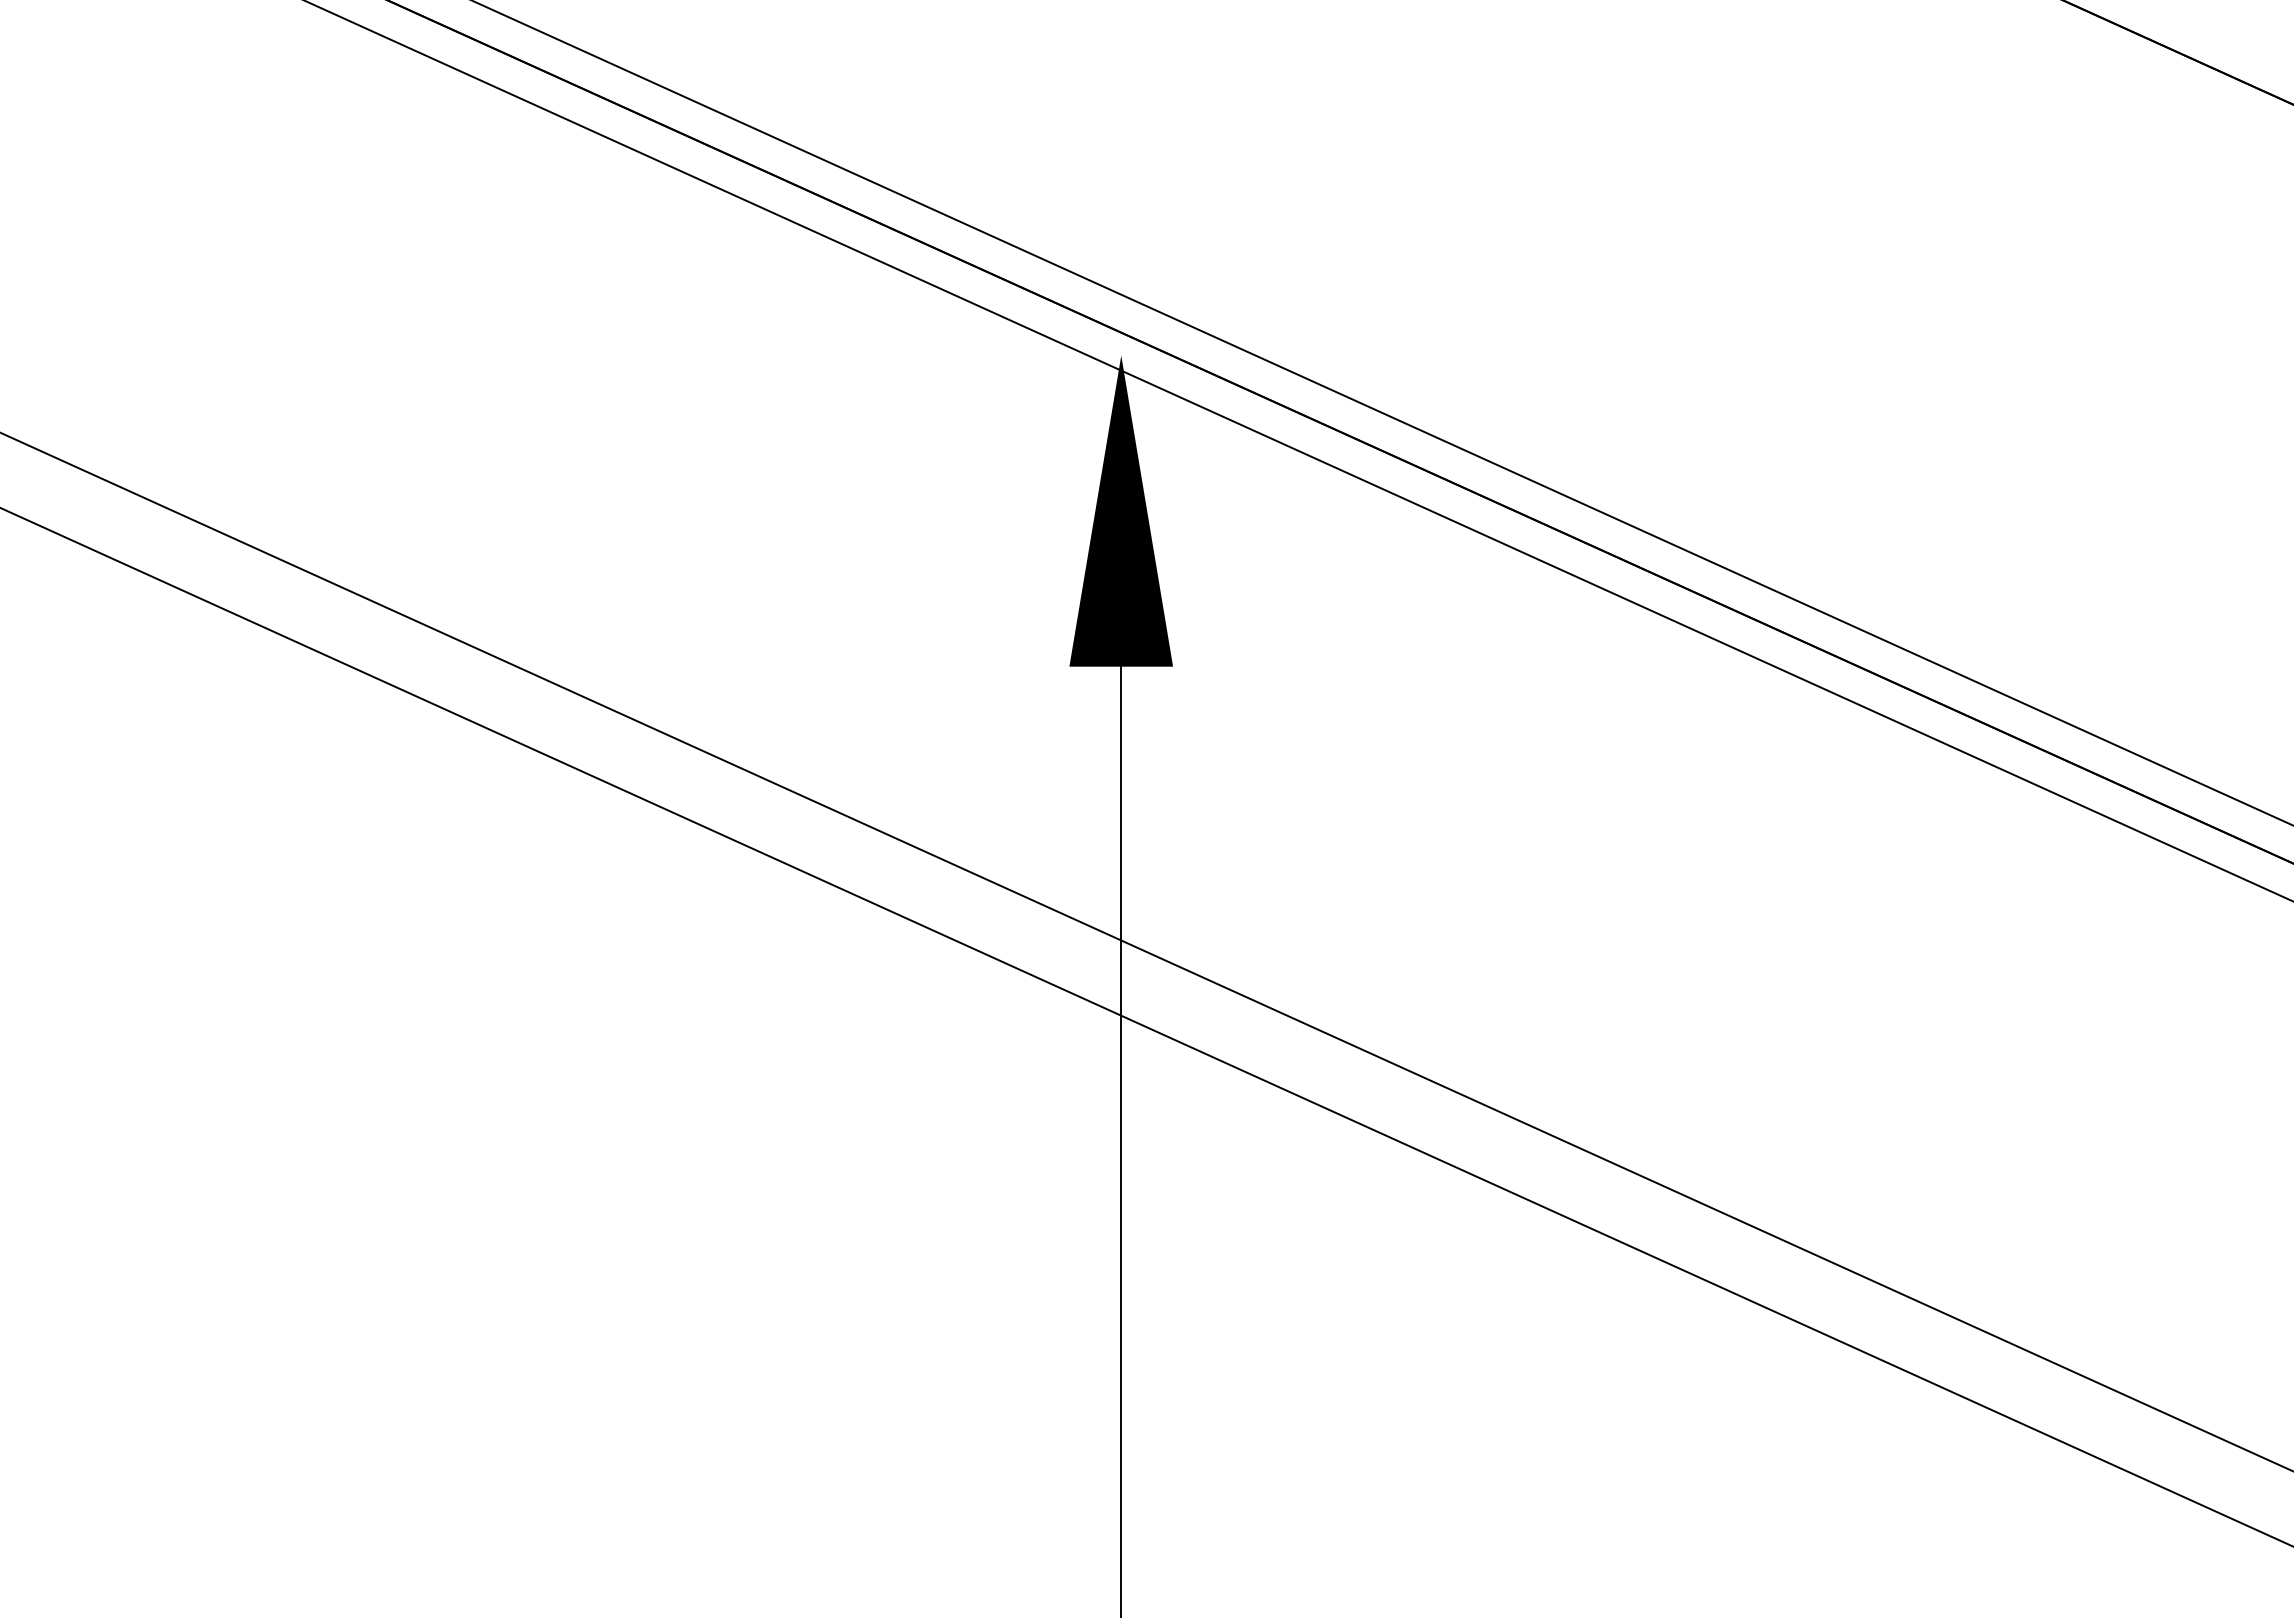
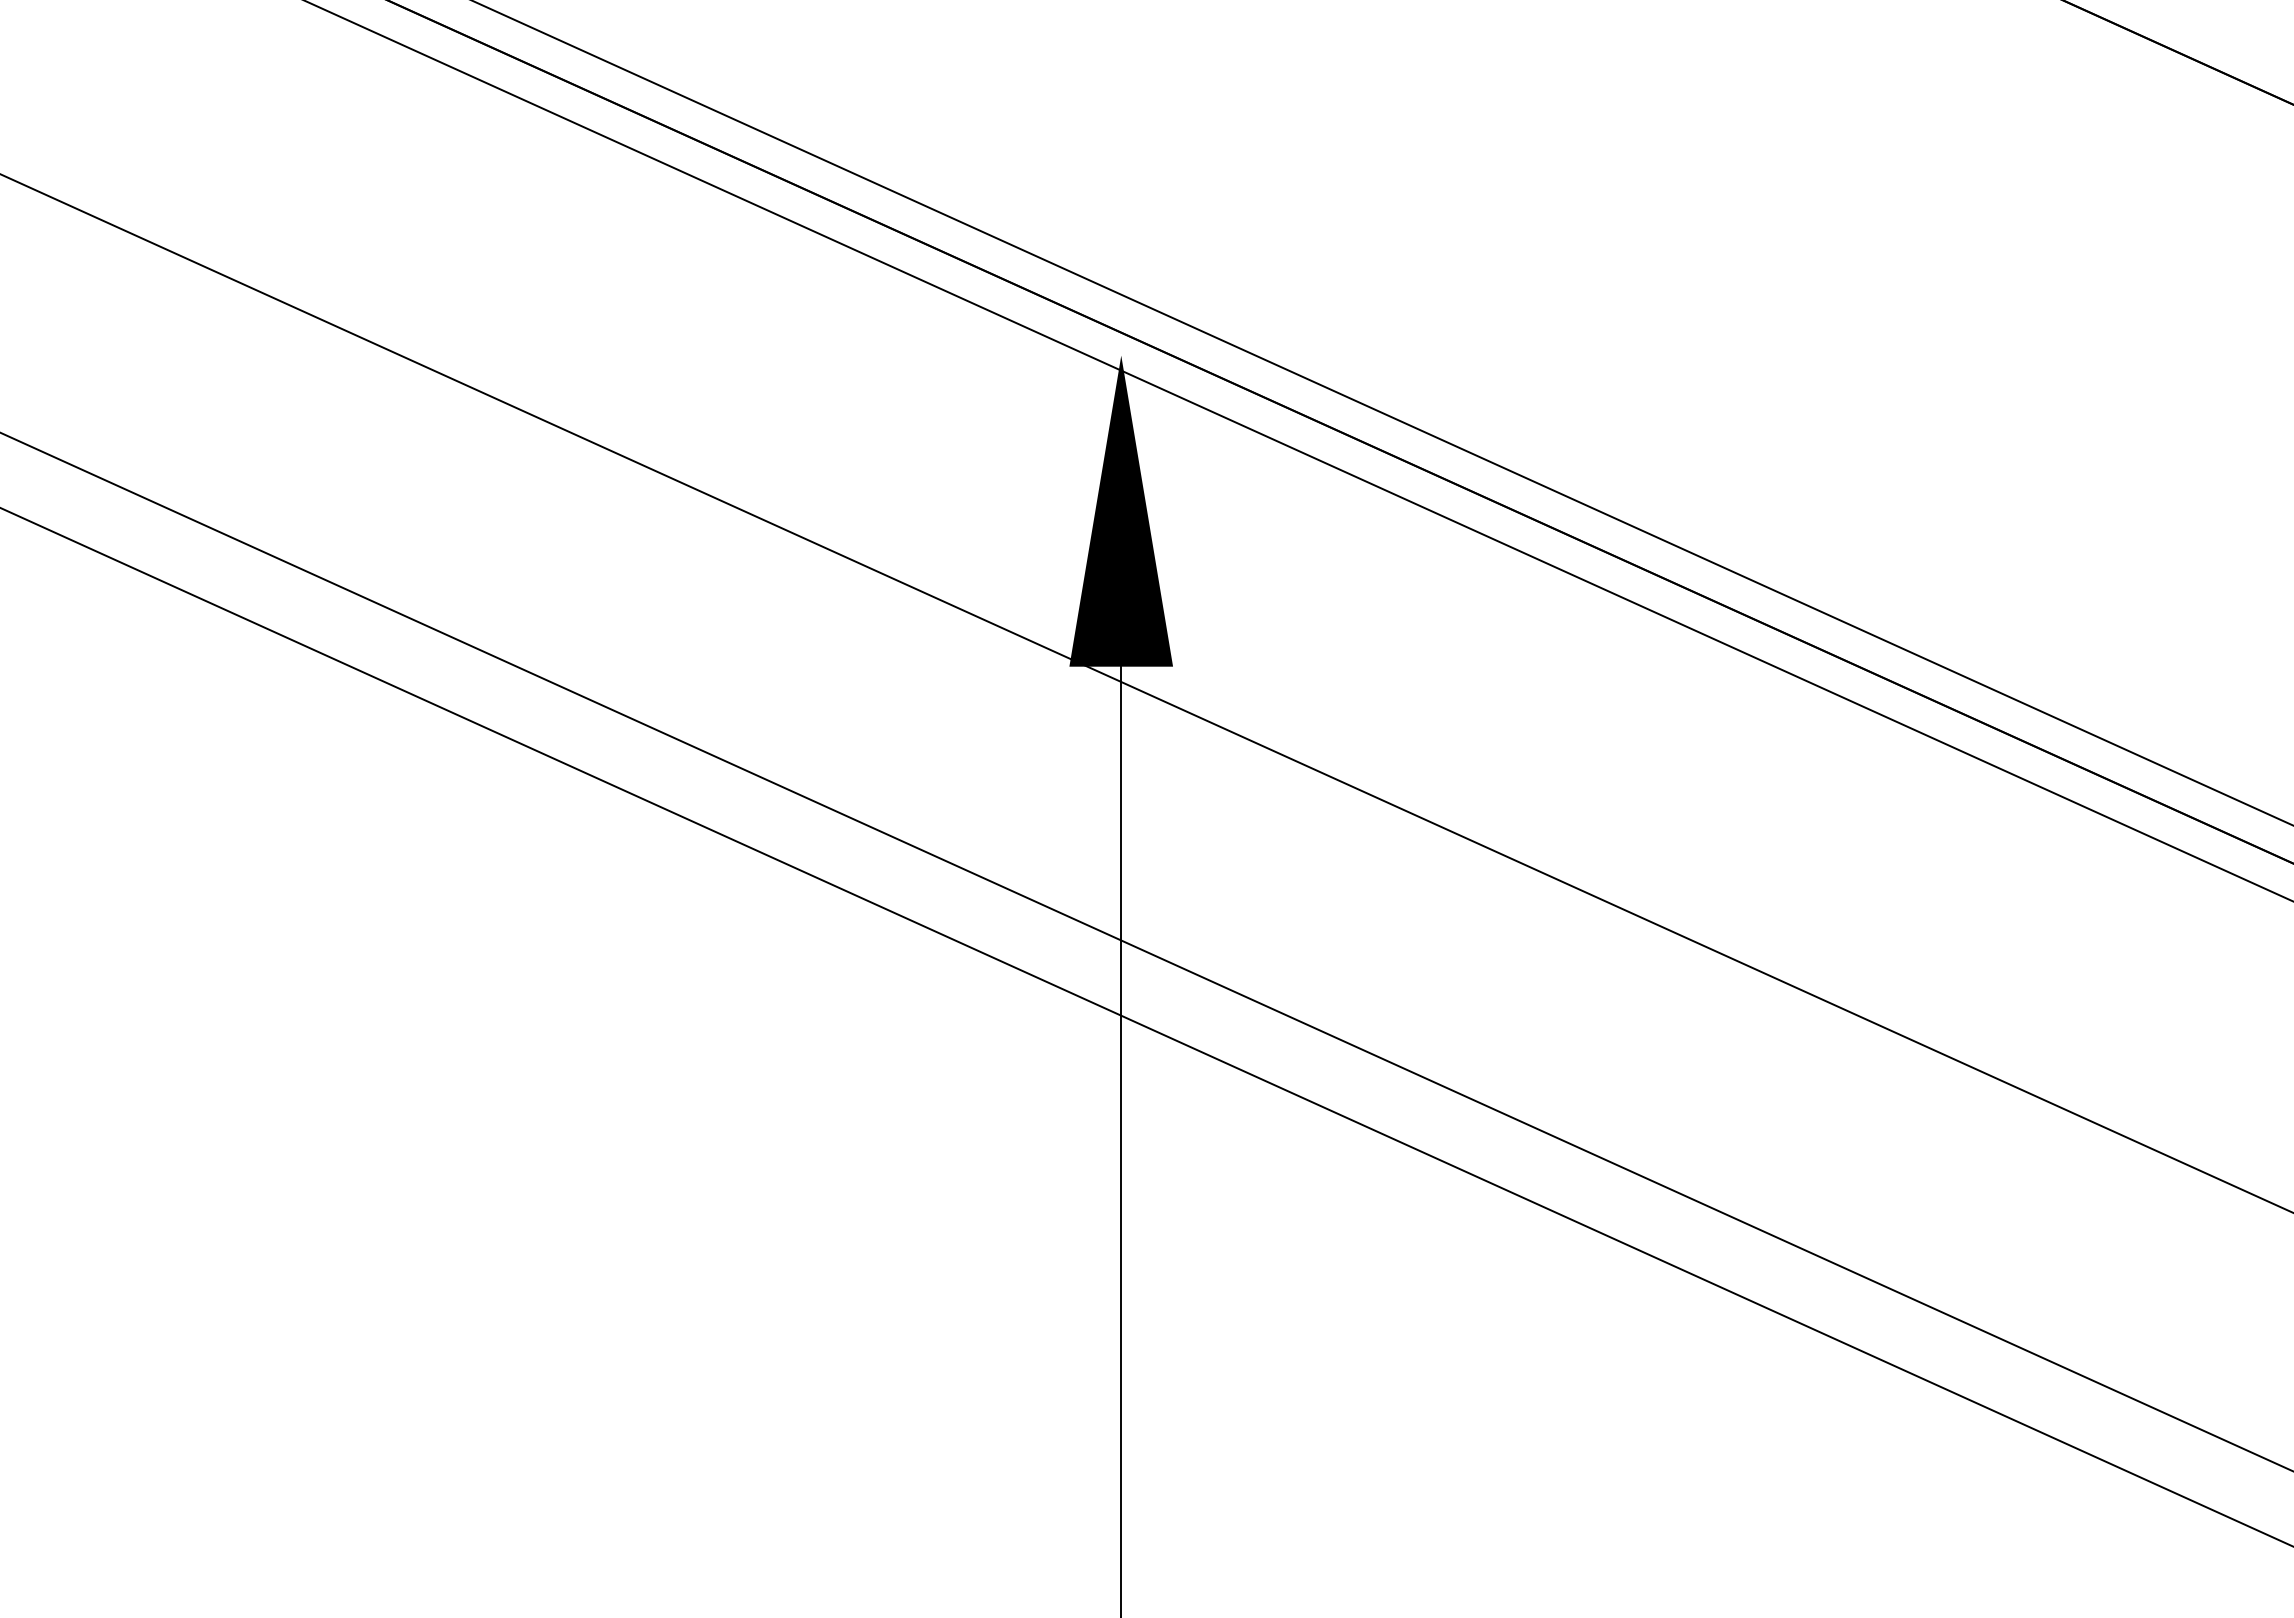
line at (1146, 693): none -> present
